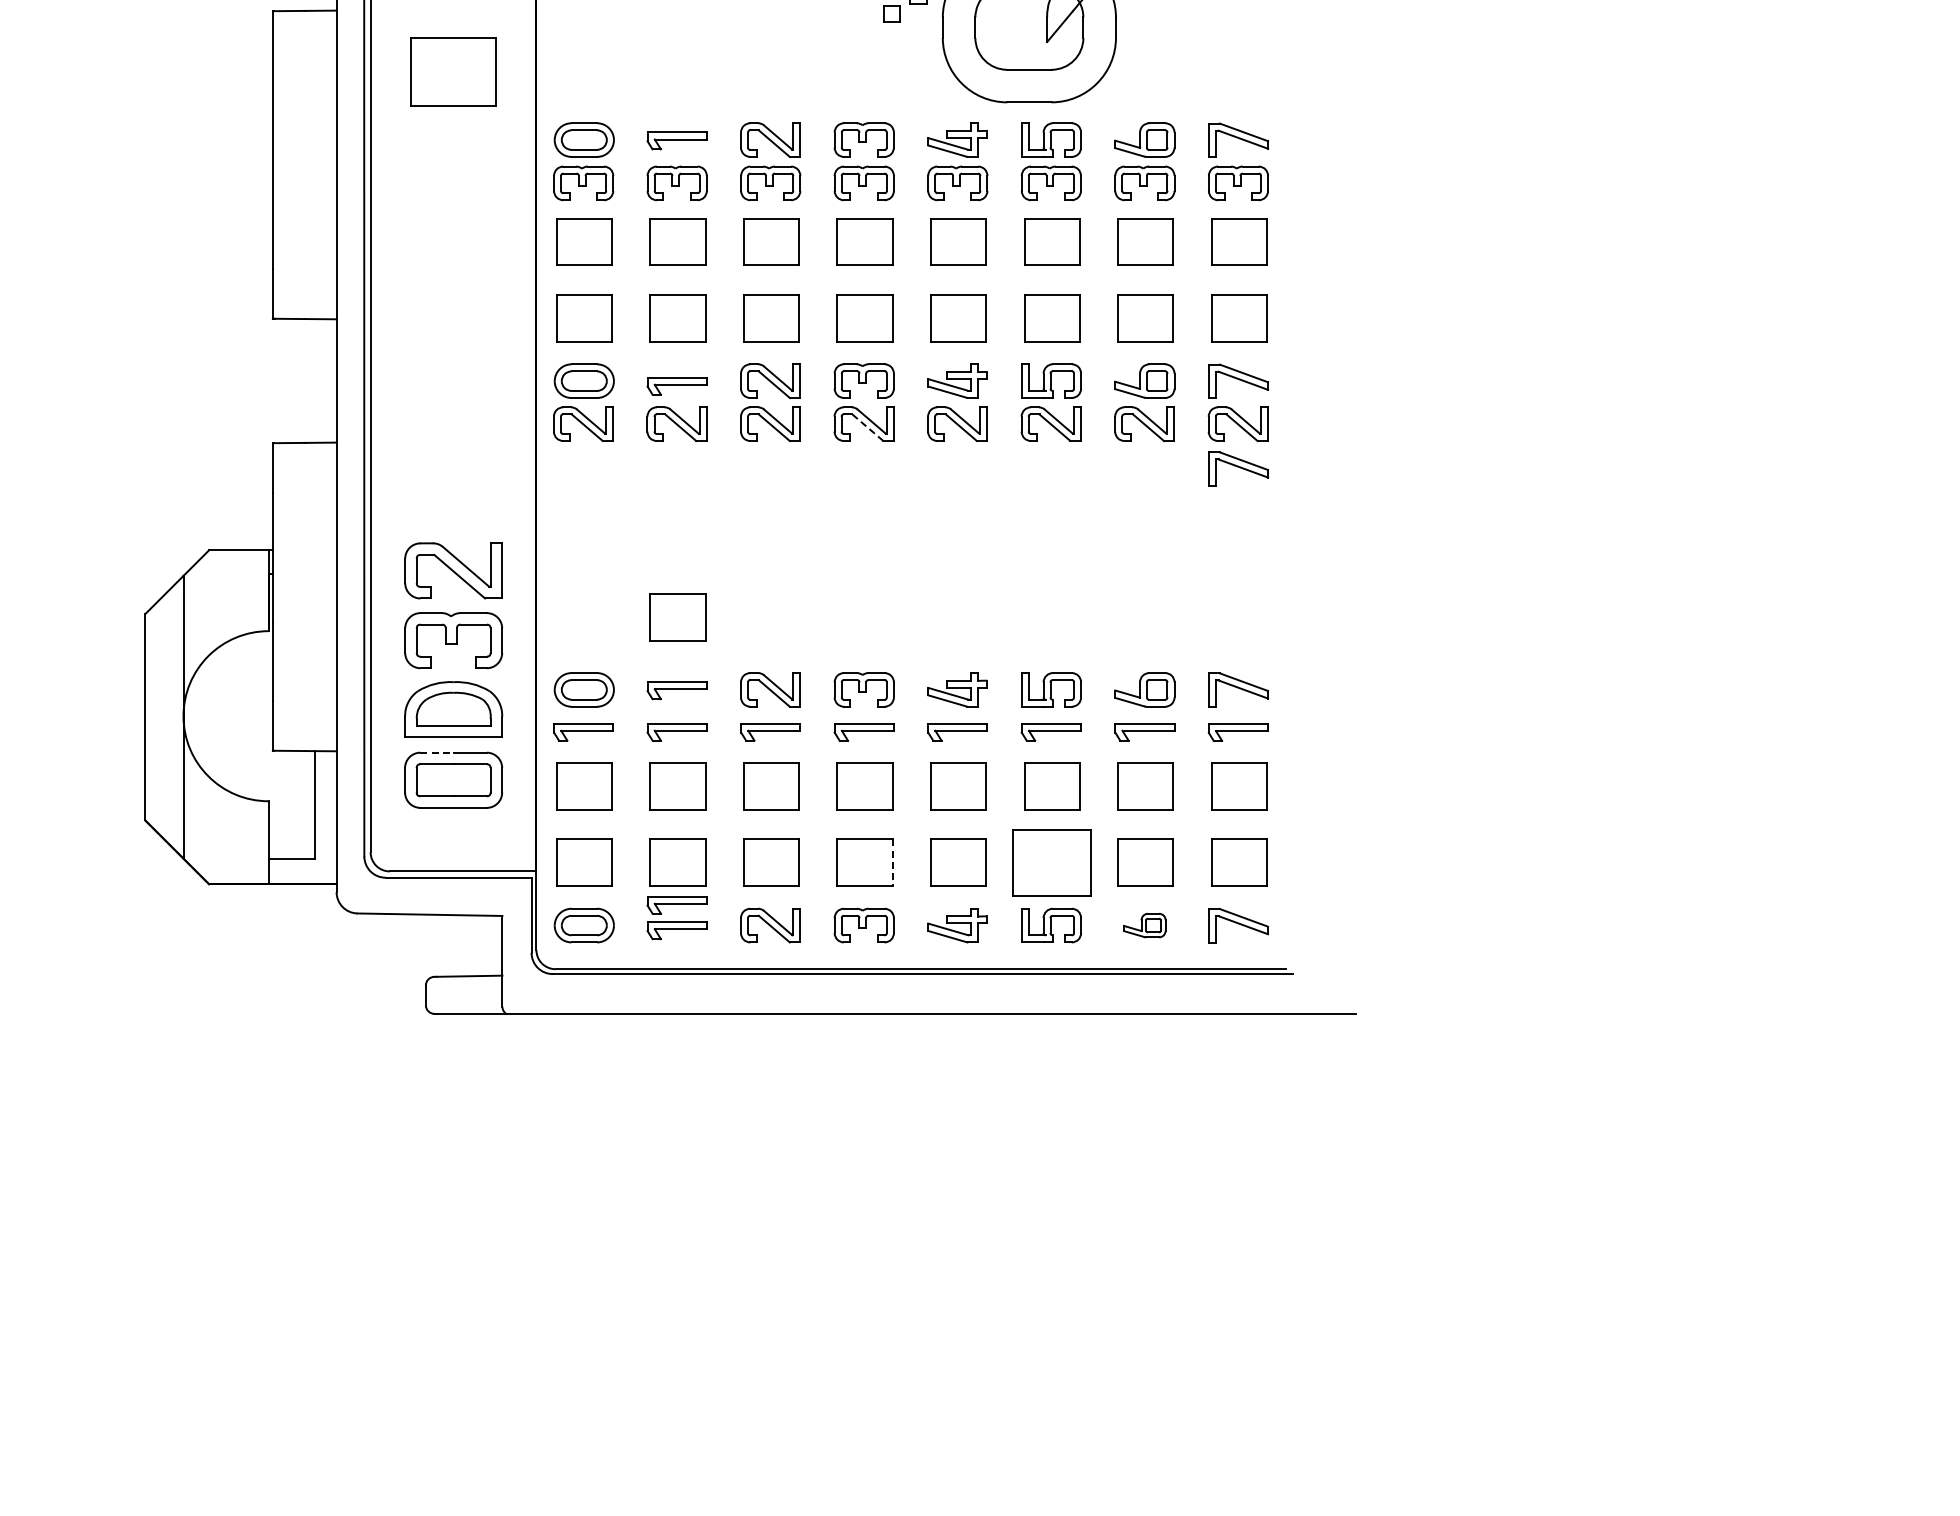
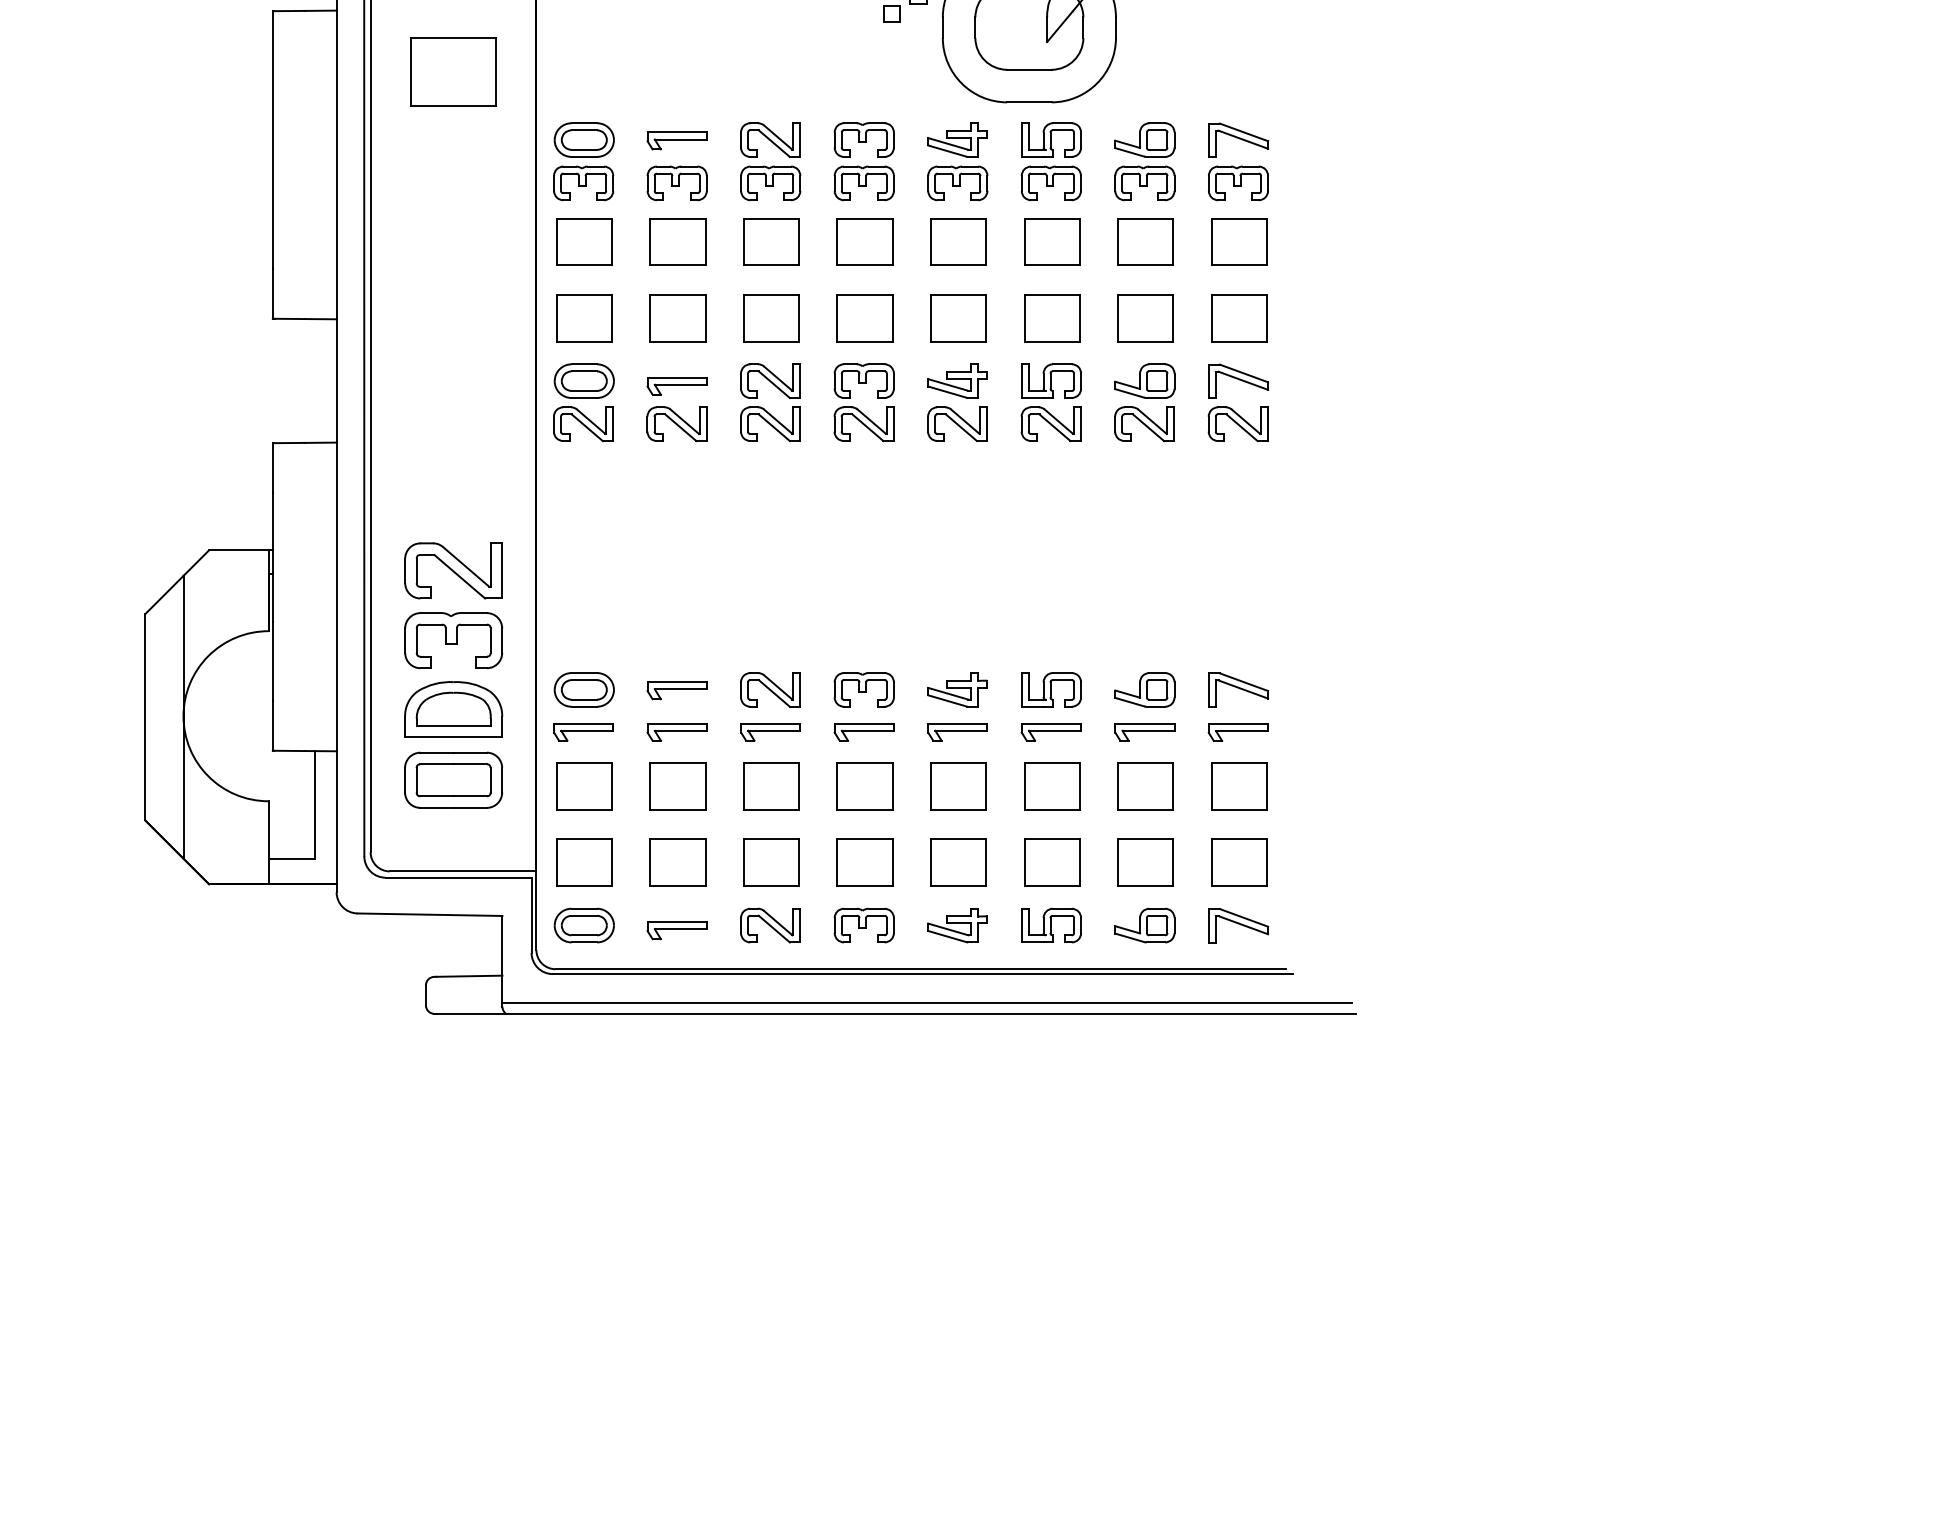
line at (867, 427): dashed -> solid
part at (1238, 468): present -> none
part at (677, 617): present -> none
line at (437, 752): dashed -> solid
part at (1051, 862) size: 80x68 px -> 57x49 px
line at (892, 863): dashed -> solid
part at (676, 905): present -> none
part at (1144, 925) size: 44x27 px -> 62x37 px
line at (927, 1002): none -> present
